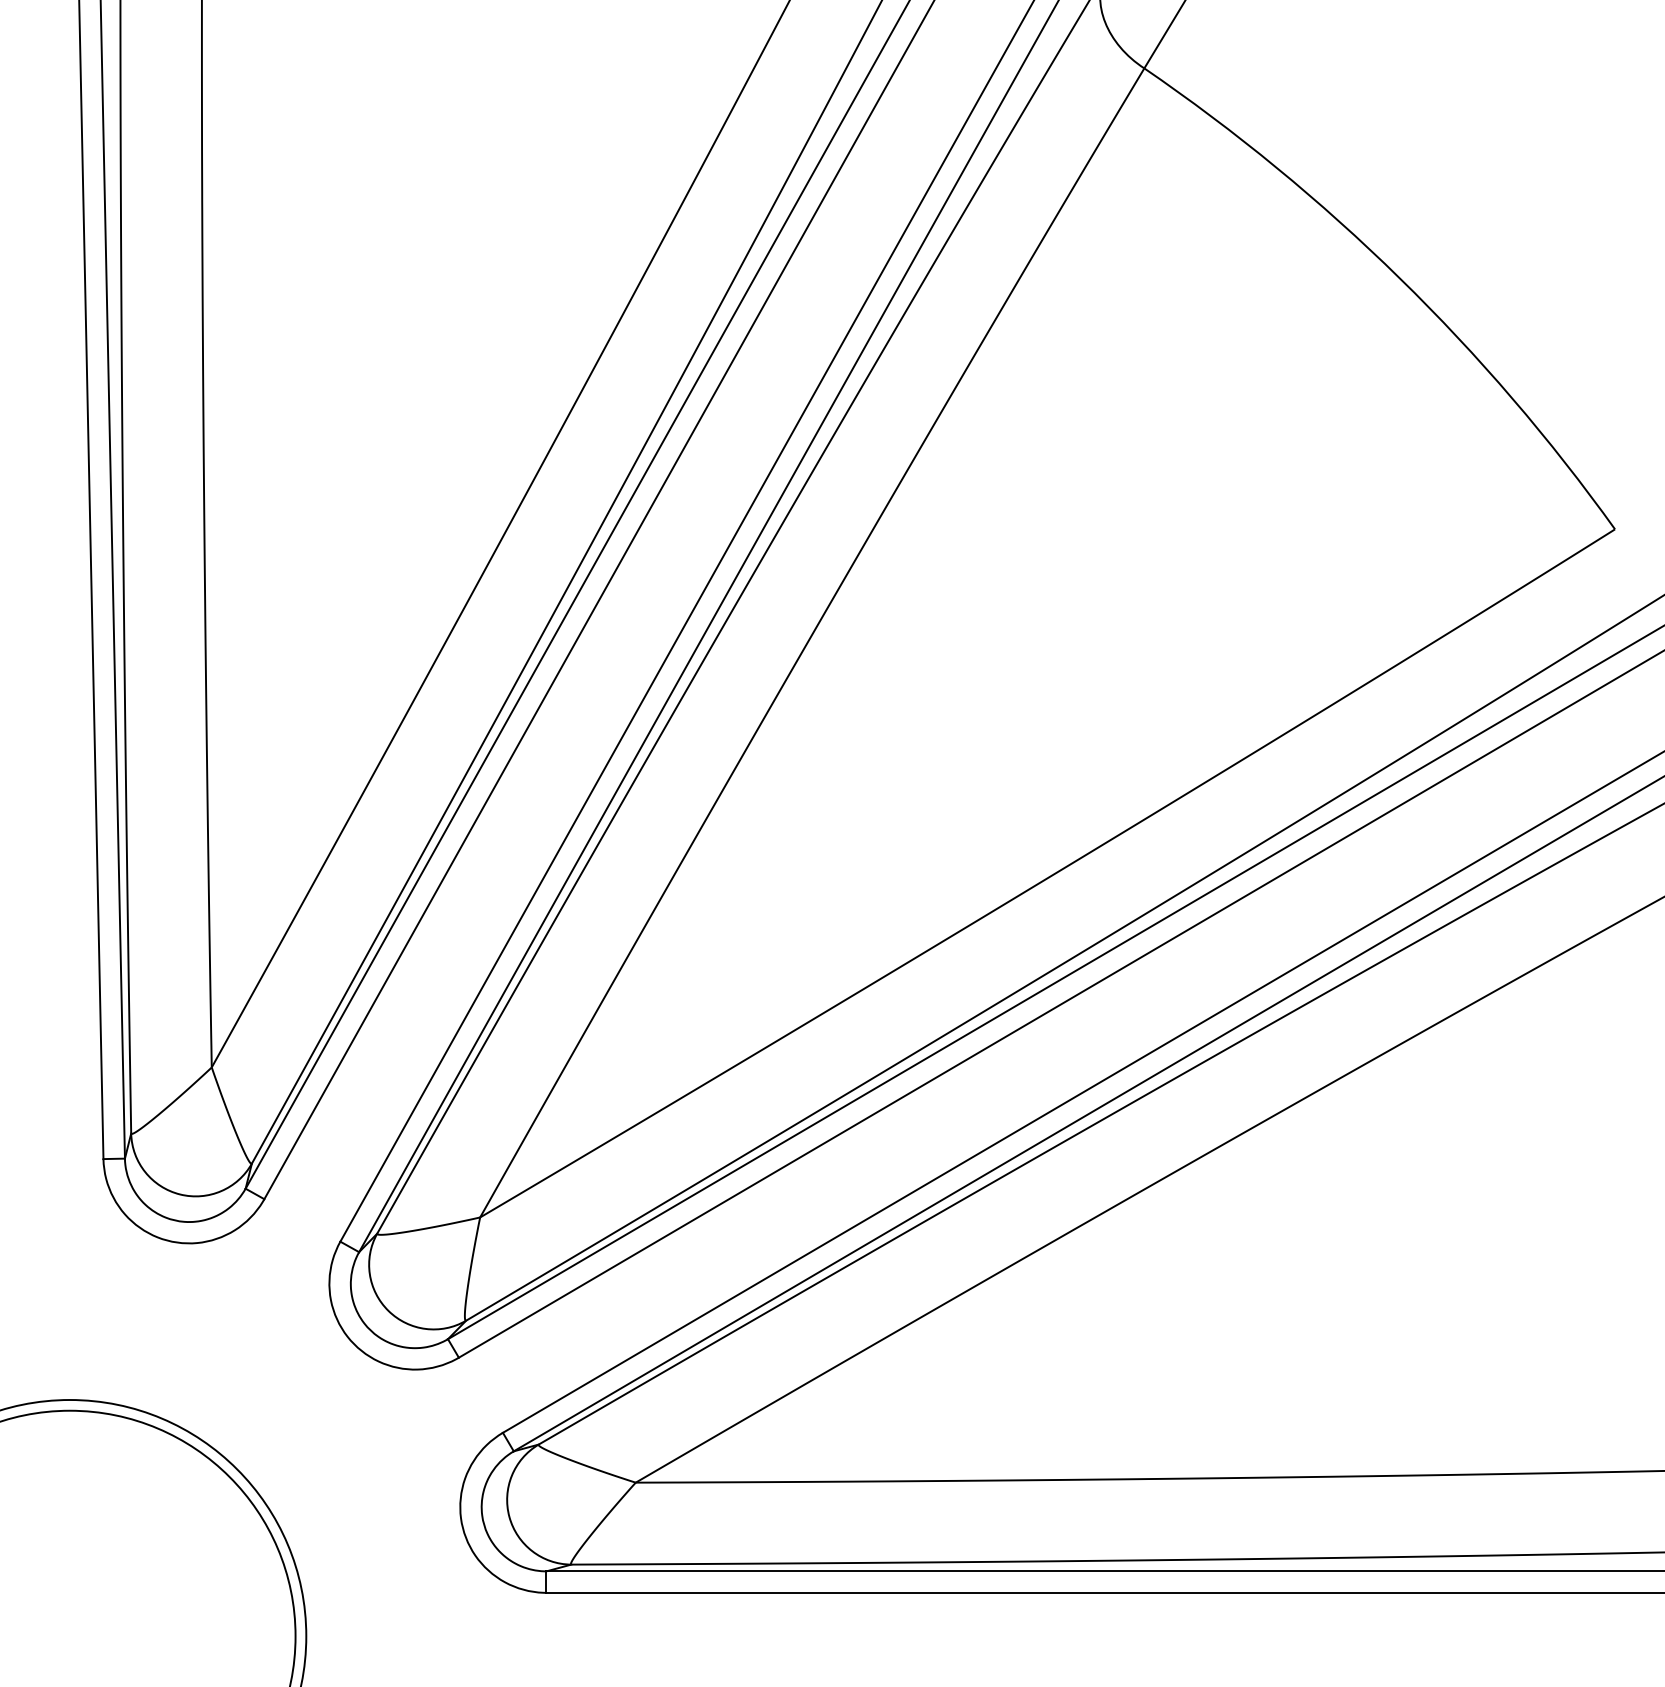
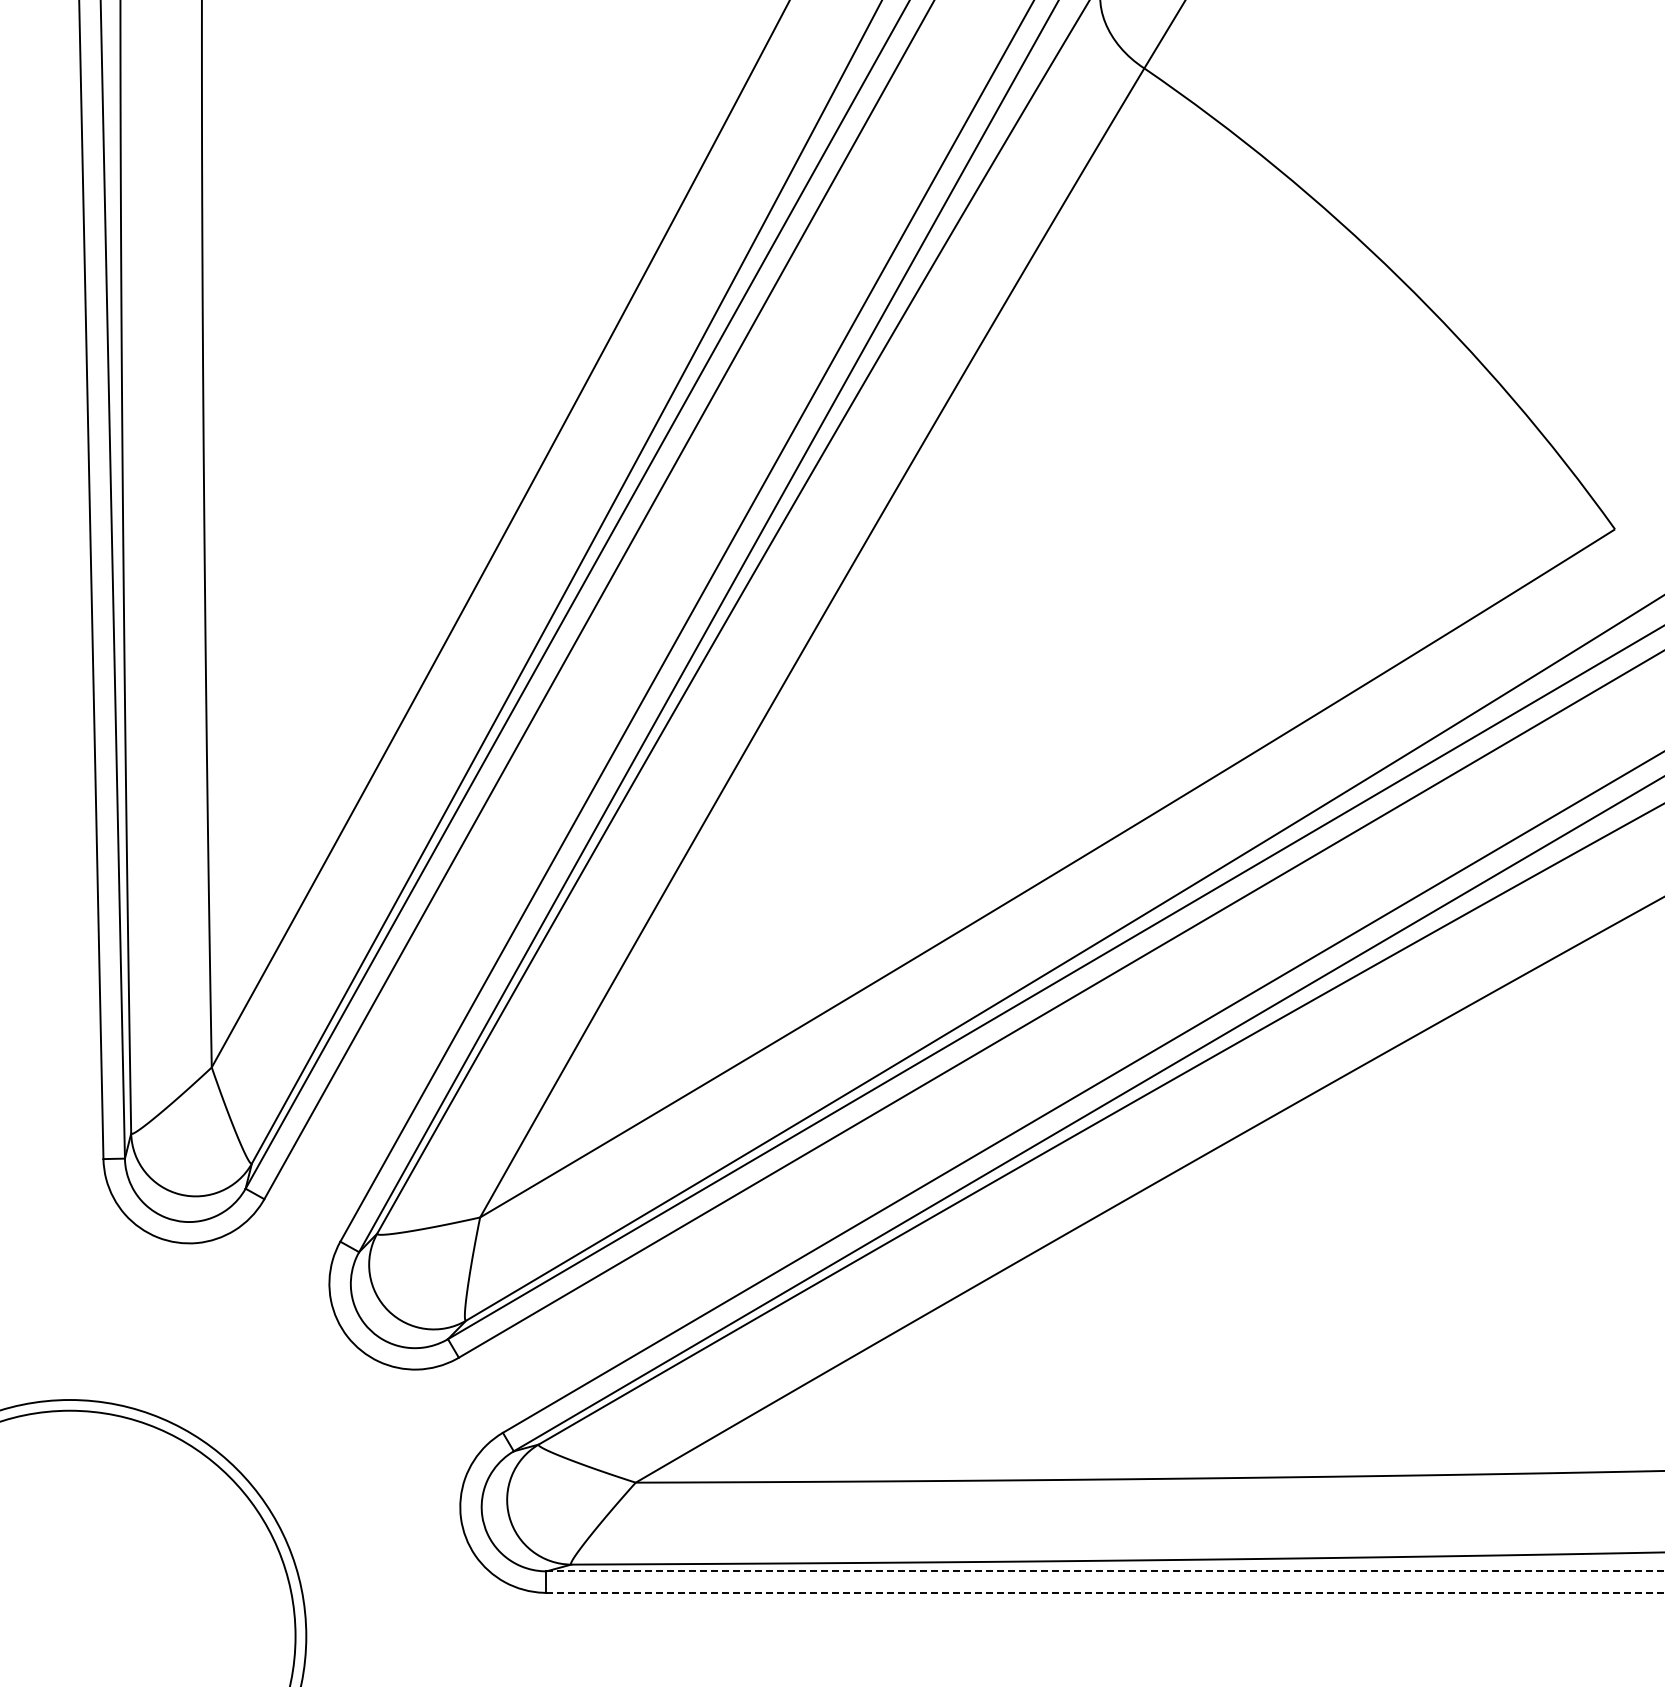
line at (1105, 1571): solid -> dashed
line at (1105, 1592): solid -> dashed
